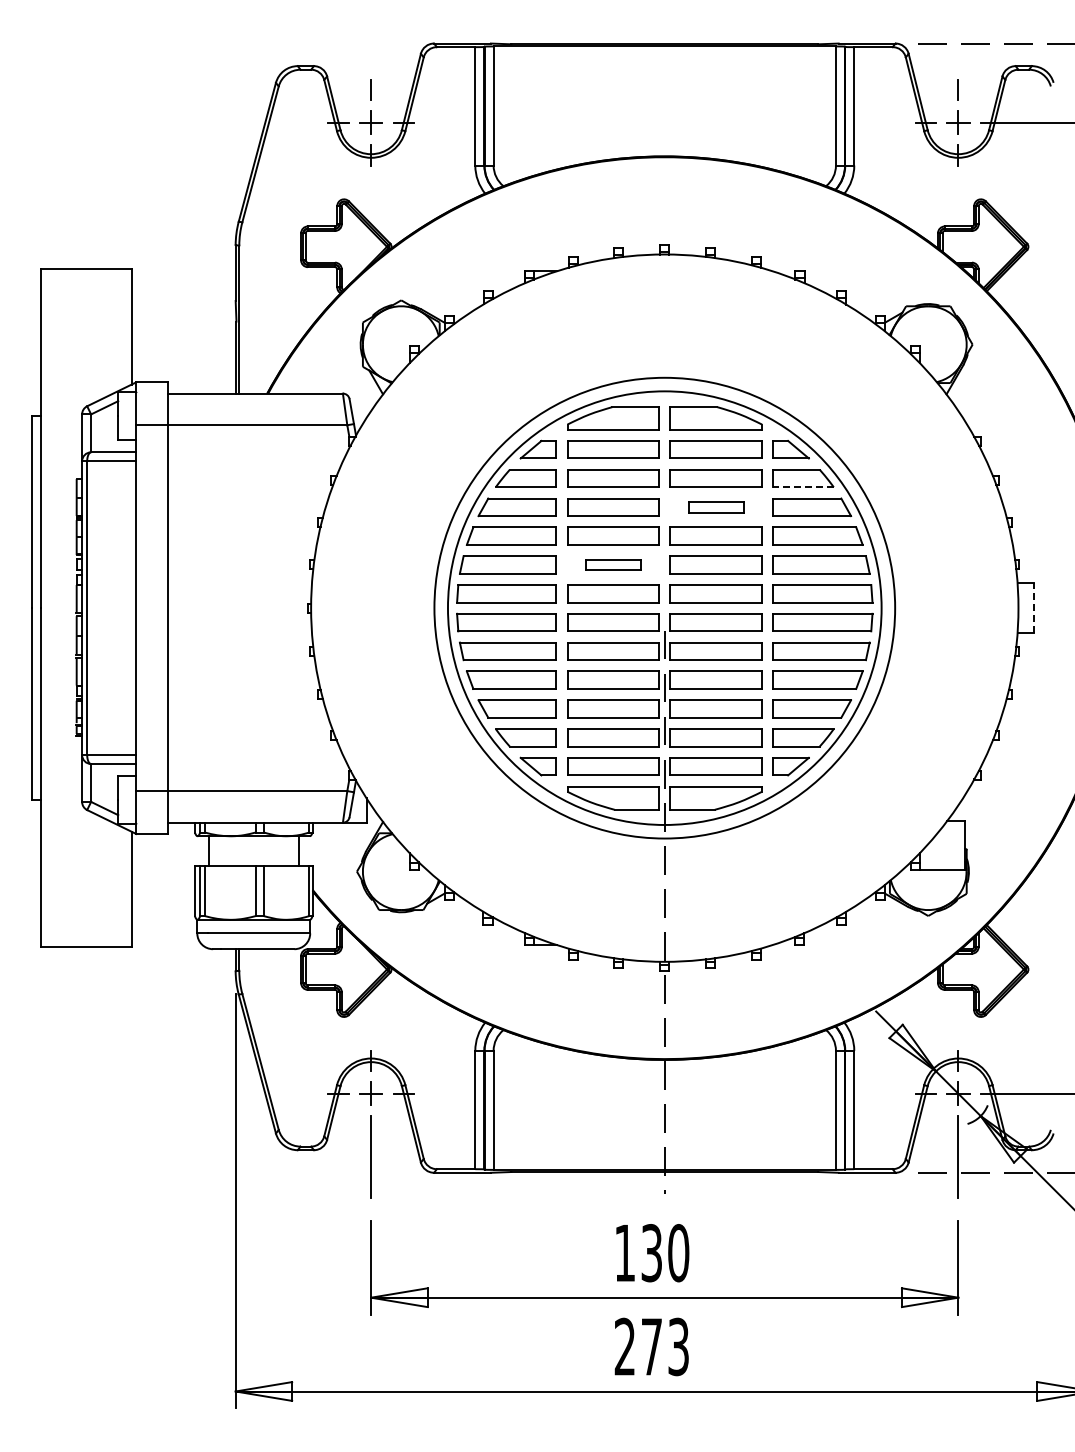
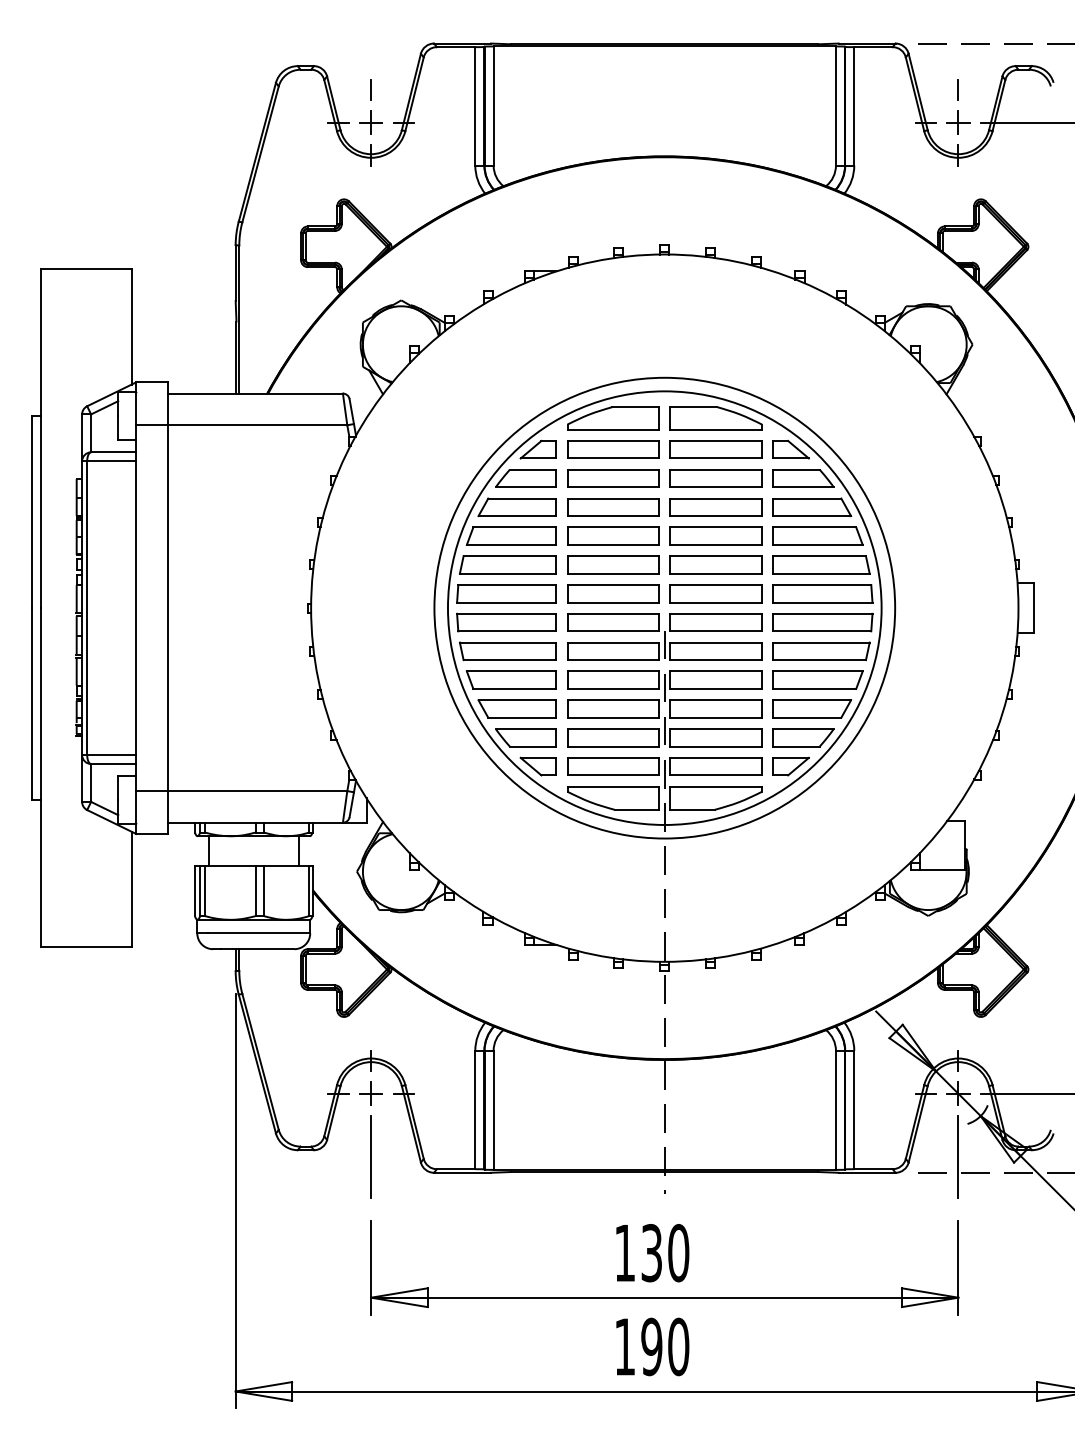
line at (803, 487): dashed -> solid
part at (716, 507) size: 57x13 px -> 94x19 px
part at (613, 564) size: 57x12 px -> 93x20 px
line at (1034, 608): dashed -> solid
text at (651, 1346): 273 -> 190
